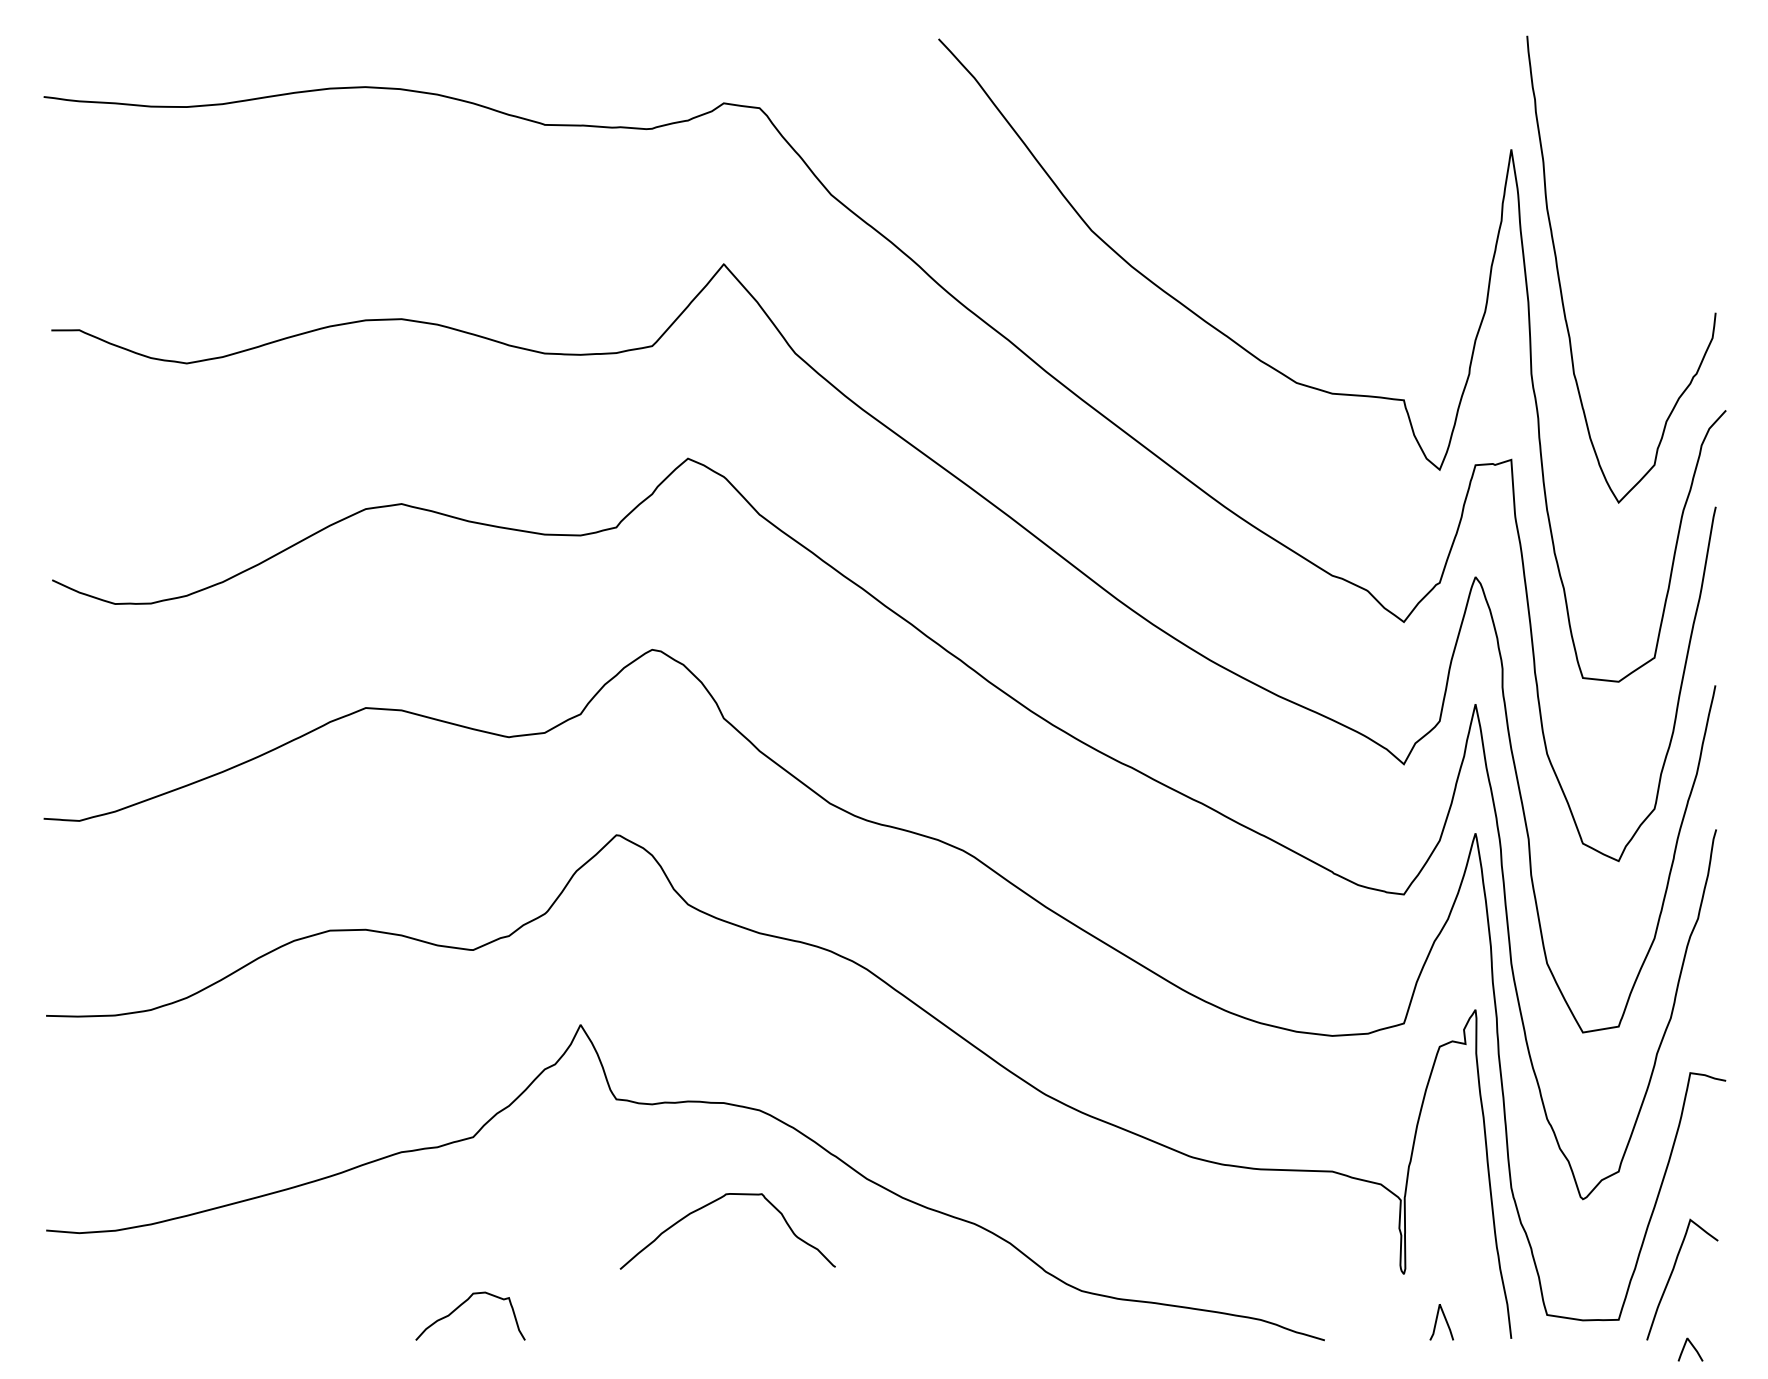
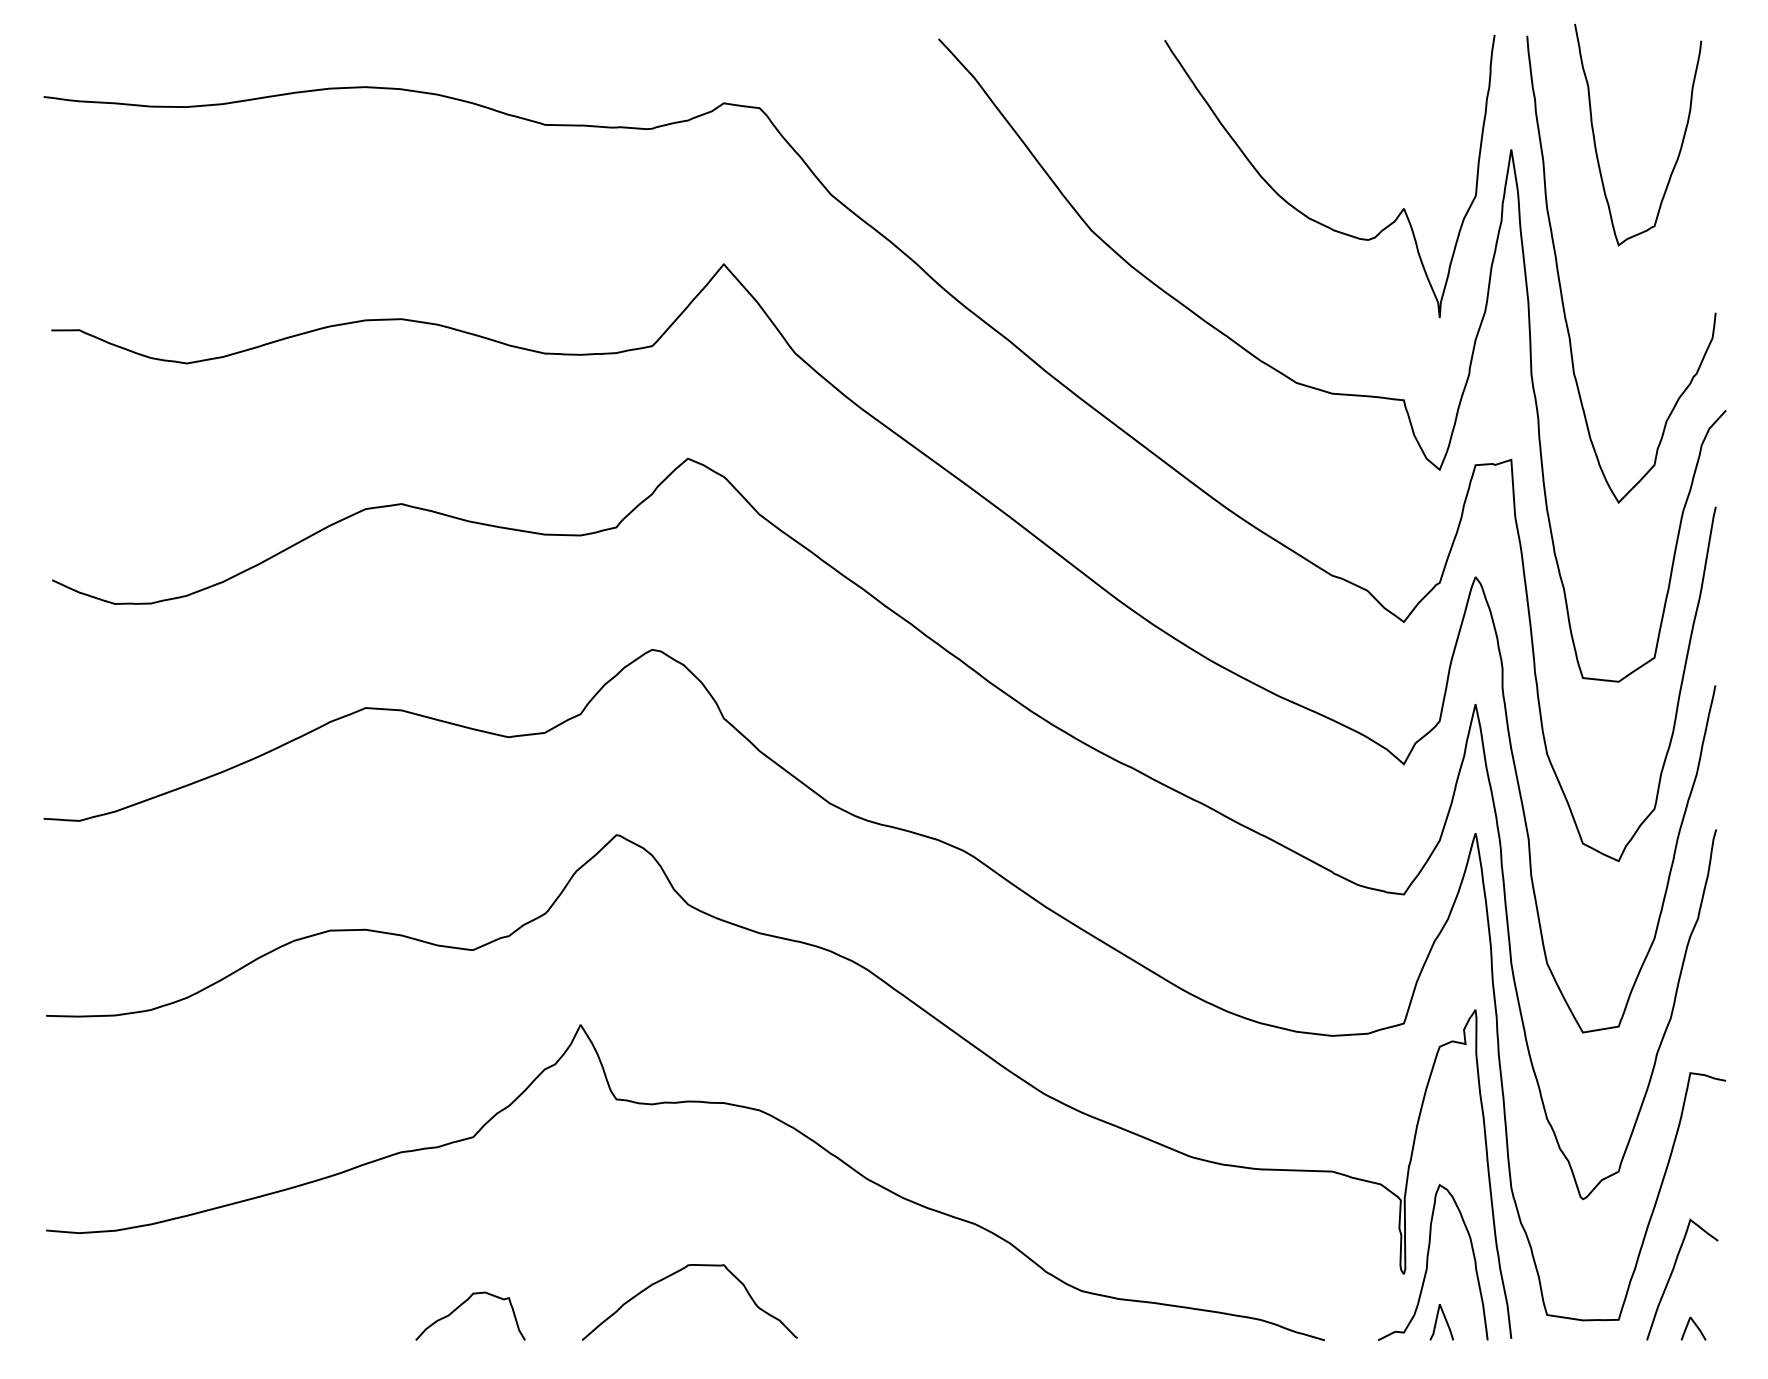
curve at (1595, 139): none -> present
curve at (1304, 213): none -> present
curve at (712, 1203) position: (712, 1203) -> (674, 1274)
curve at (1428, 1262): none -> present
line at (1693, 1348) position: (1693, 1348) -> (1696, 1327)
